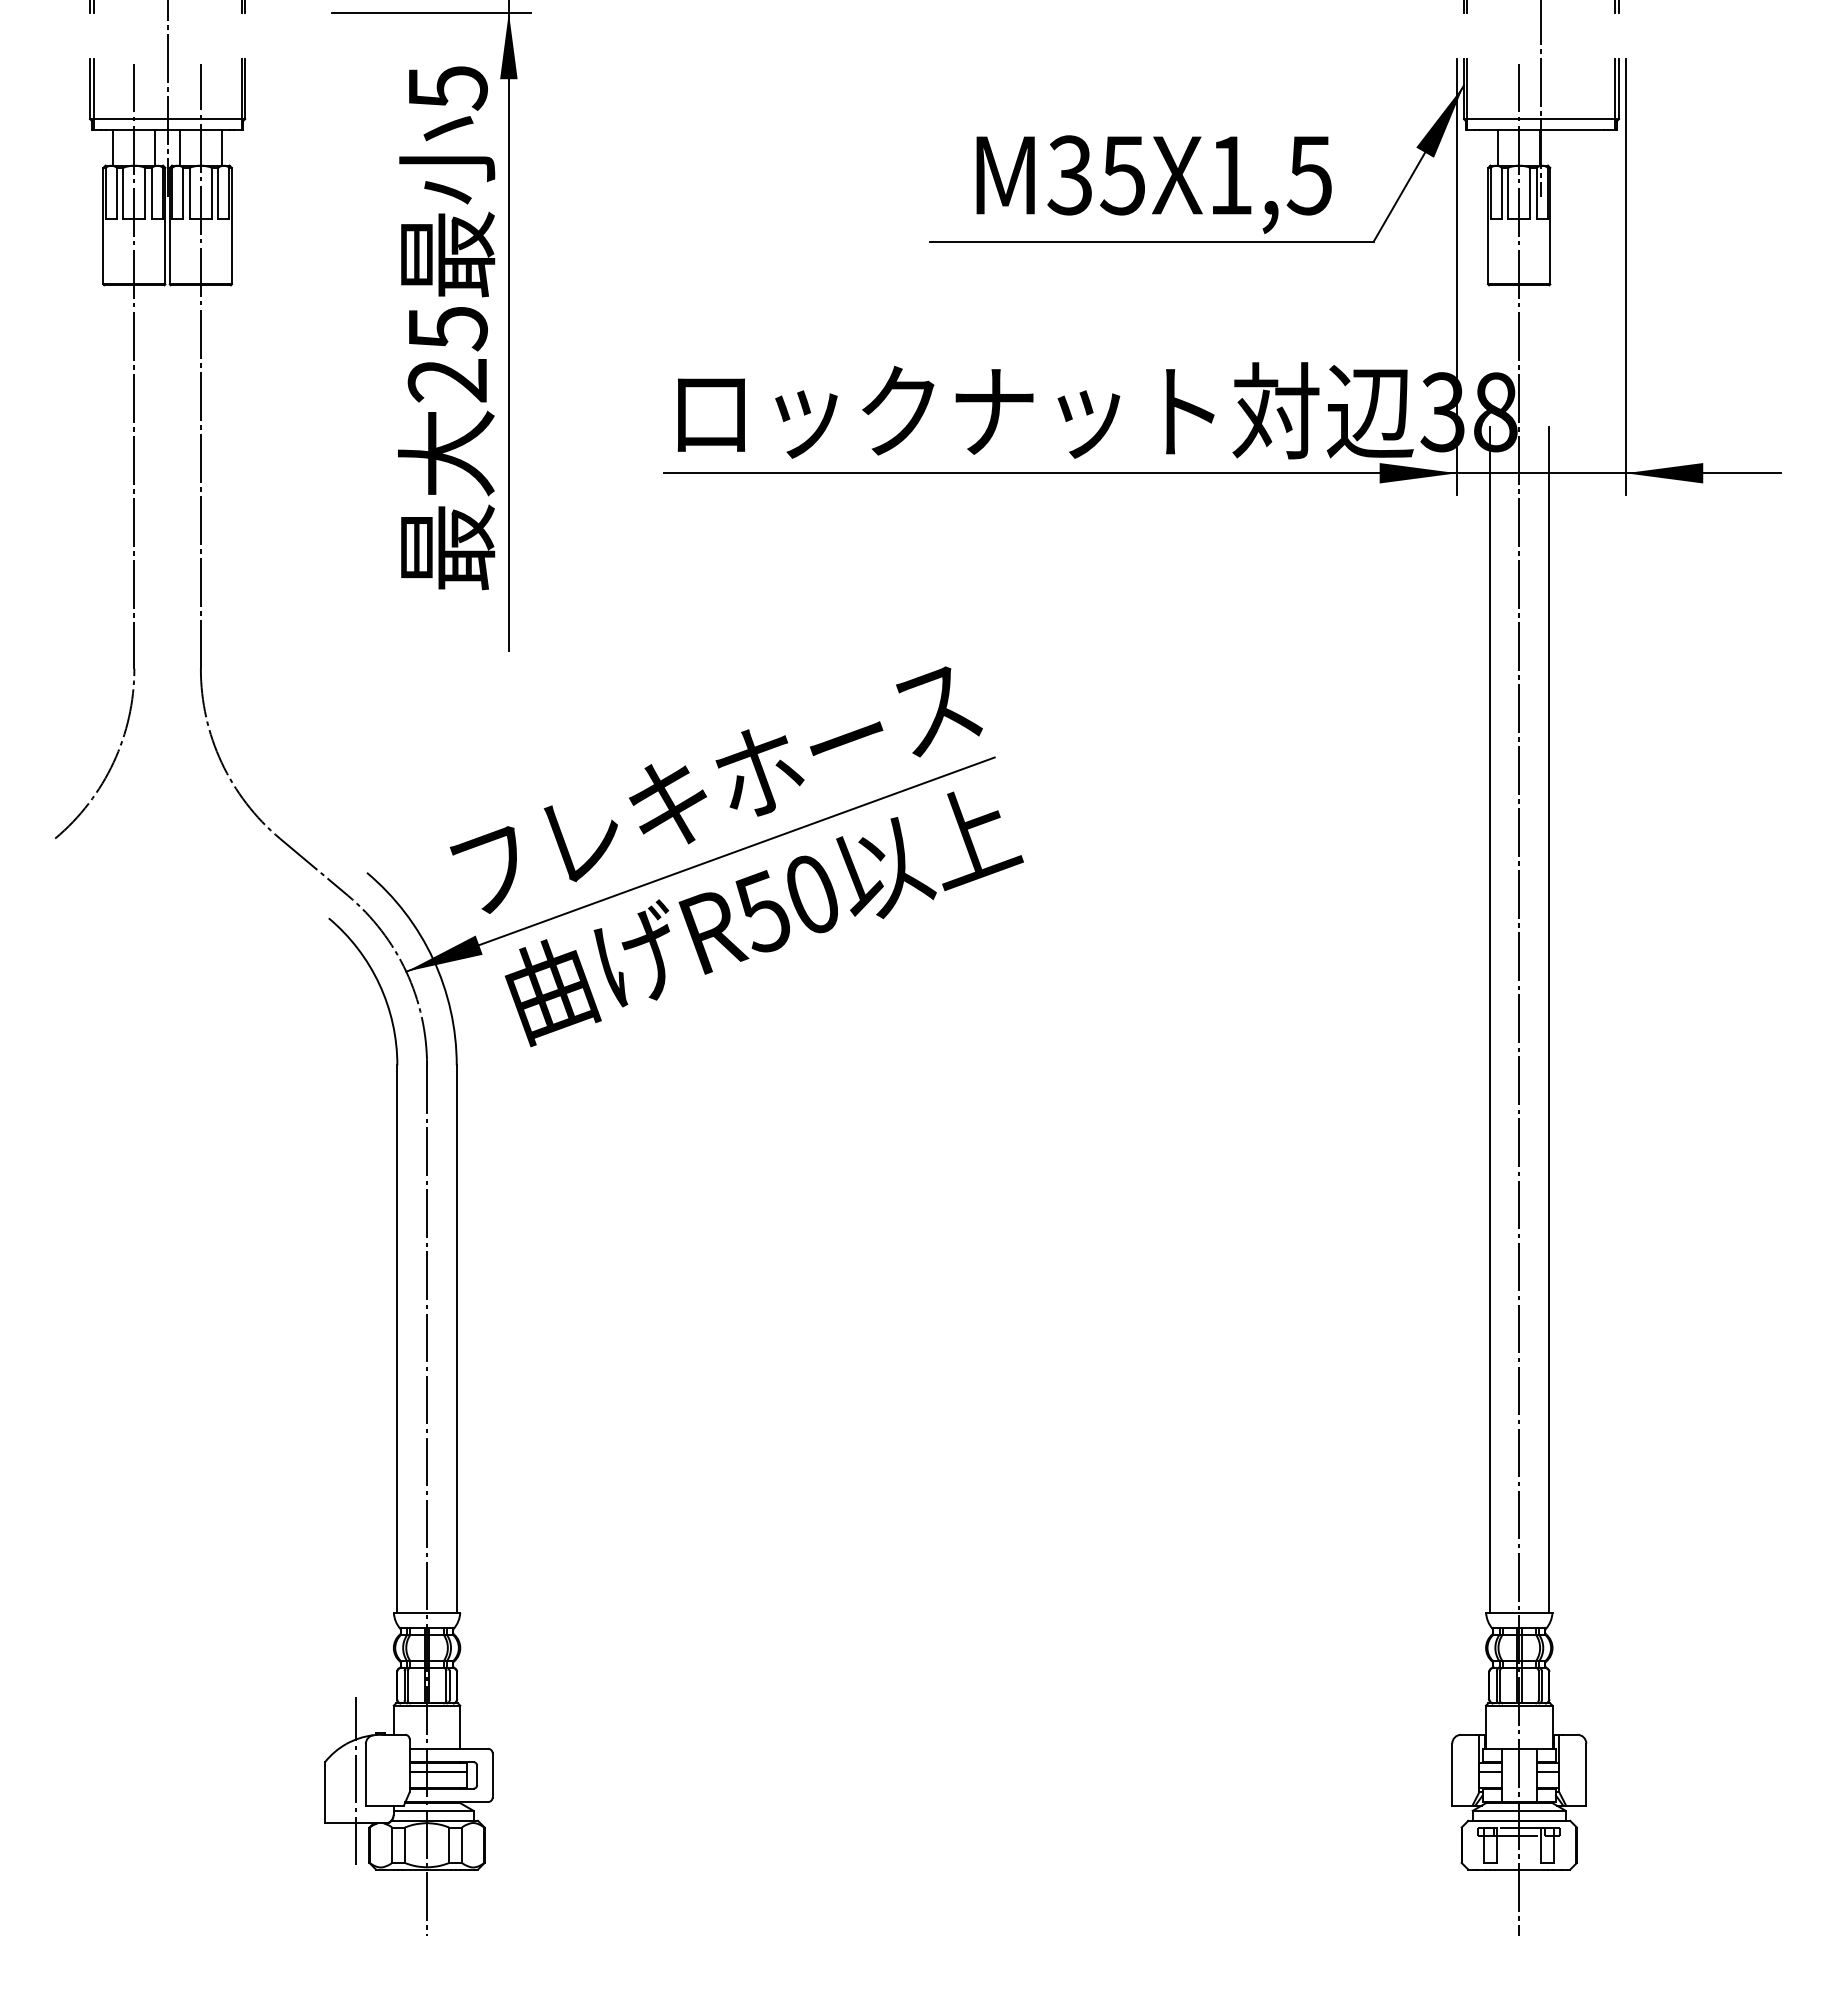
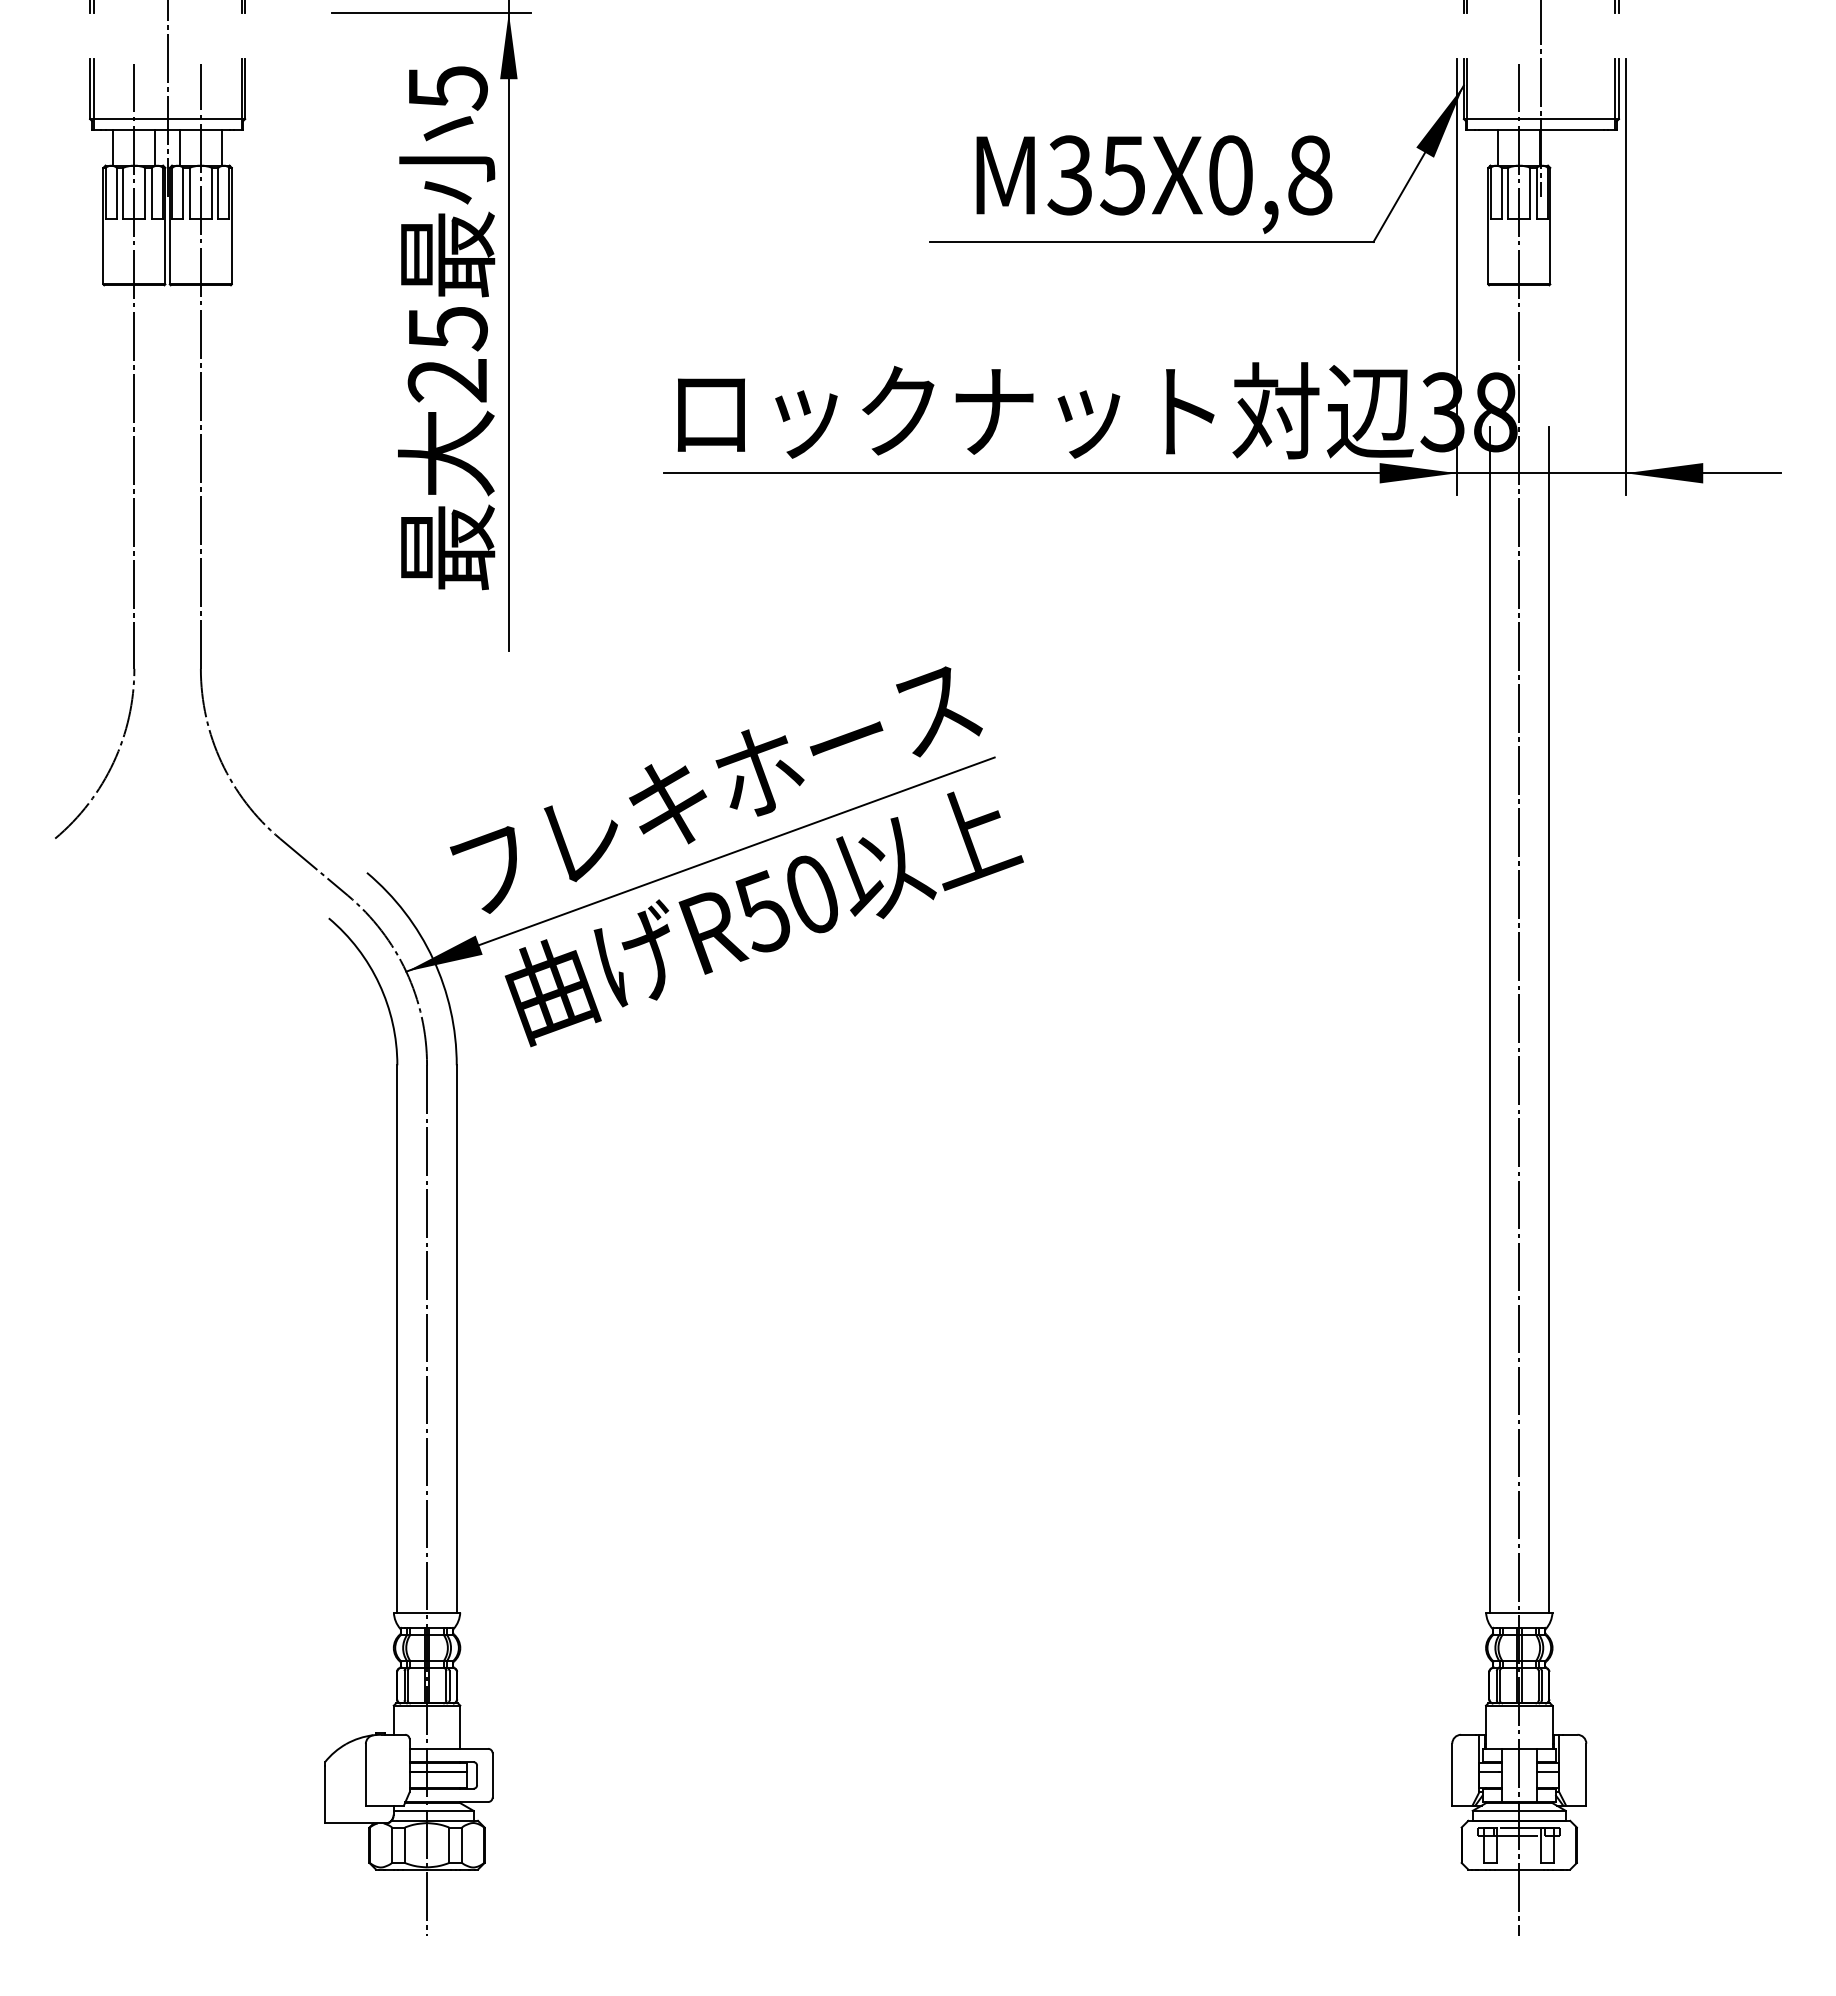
text at (1270, 175): M35X1,5 -> M35X0,8
line at (356, 1781): present -> none
